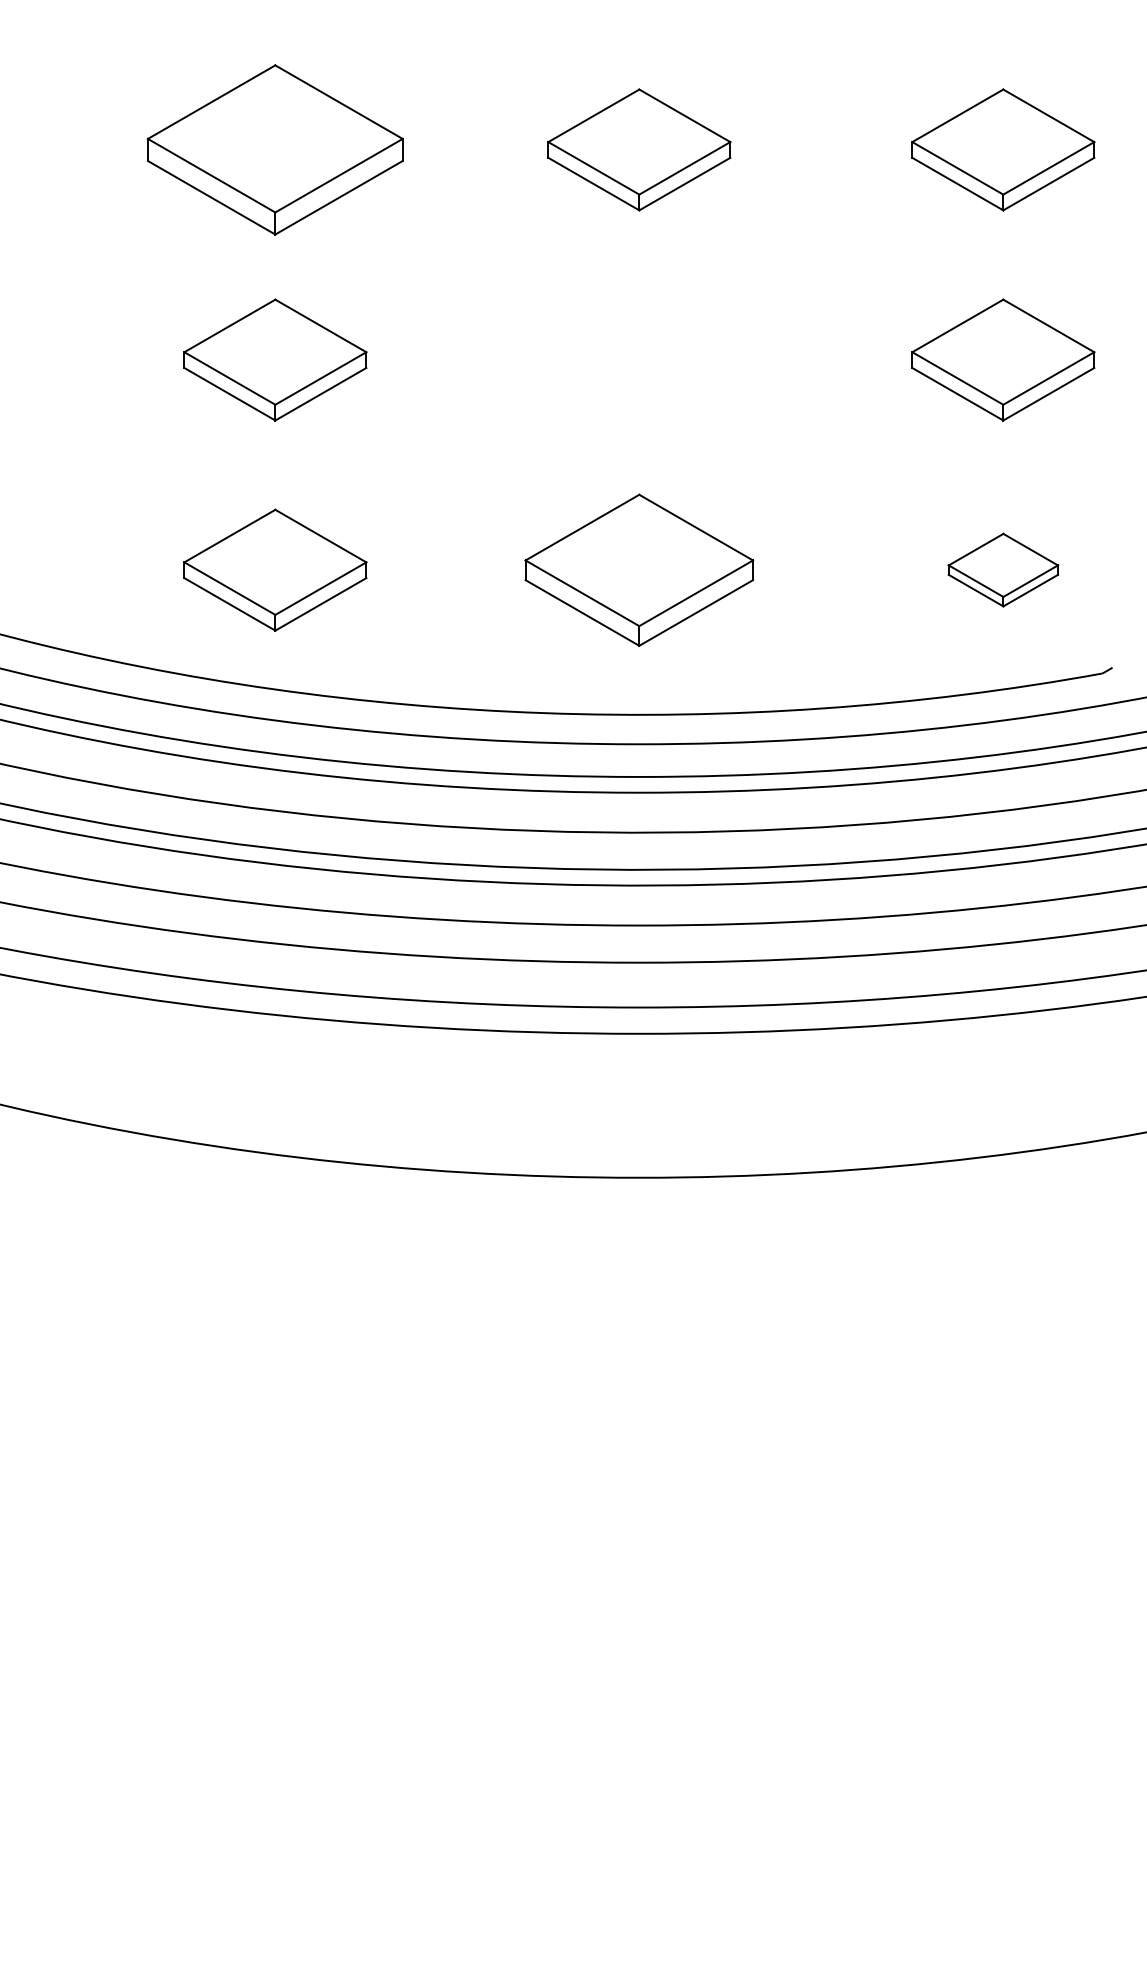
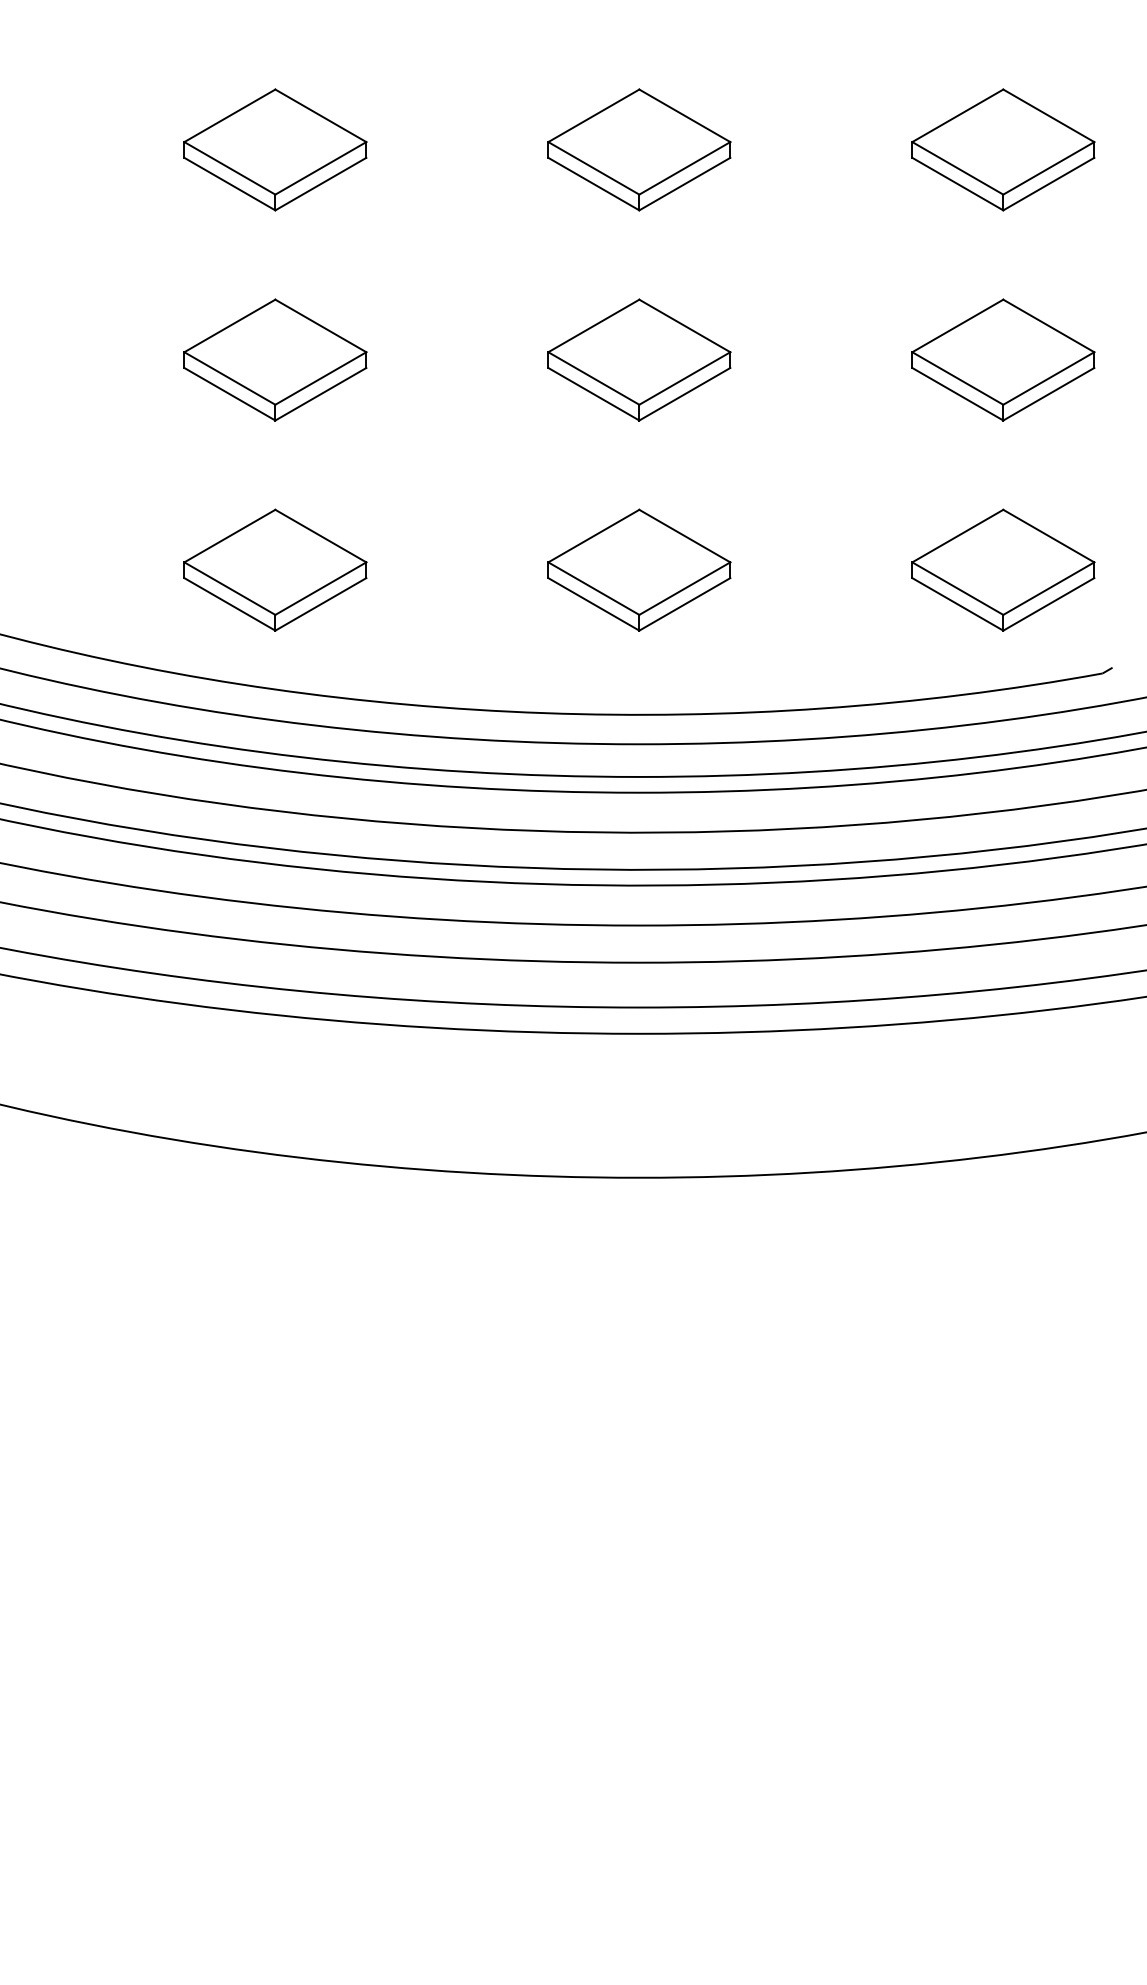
part at (274, 149) size: 258x172 px -> 185x124 px
part at (639, 359): none -> present
part at (639, 569) size: 231x154 px -> 185x124 px
part at (1003, 569) size: 113x76 px -> 185x124 px
